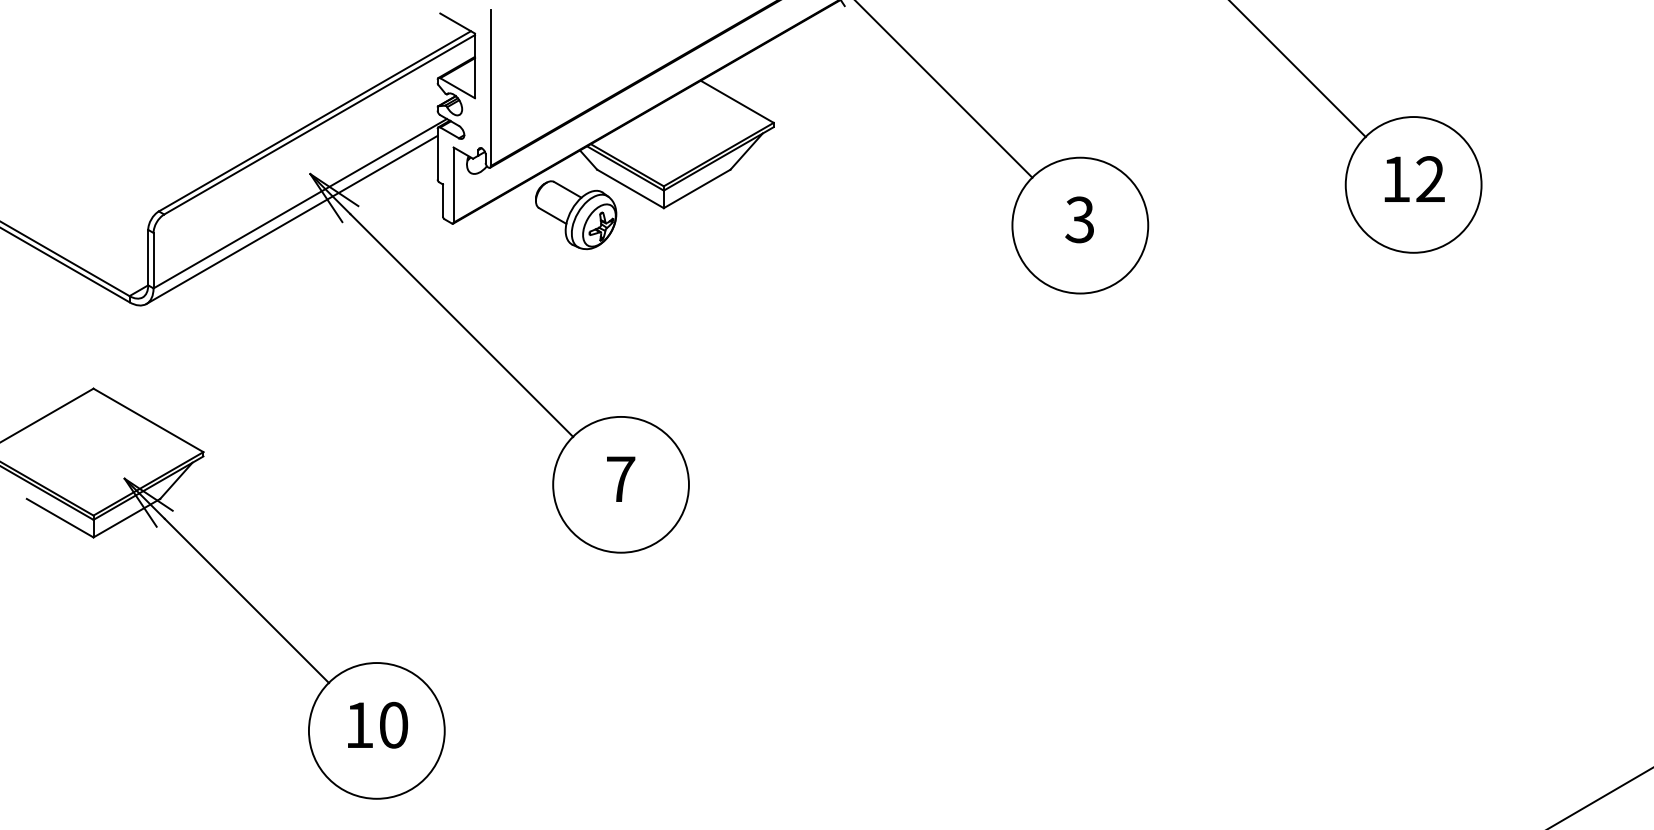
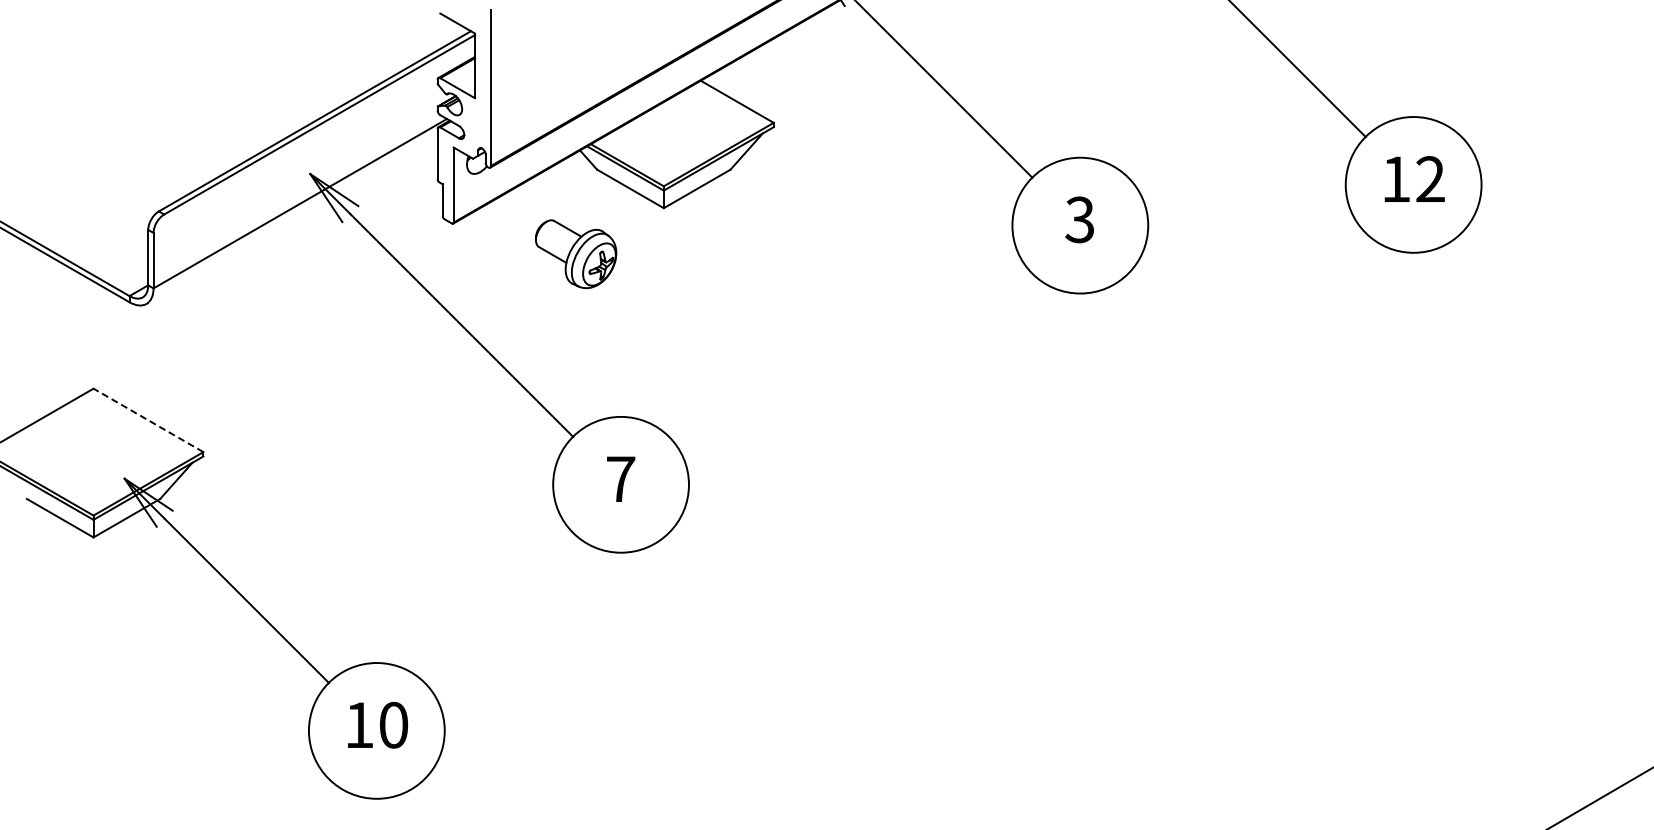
part at (576, 215) position: (576, 215) -> (576, 254)
line at (291, 219): present -> none
line at (148, 420): solid -> dashed
